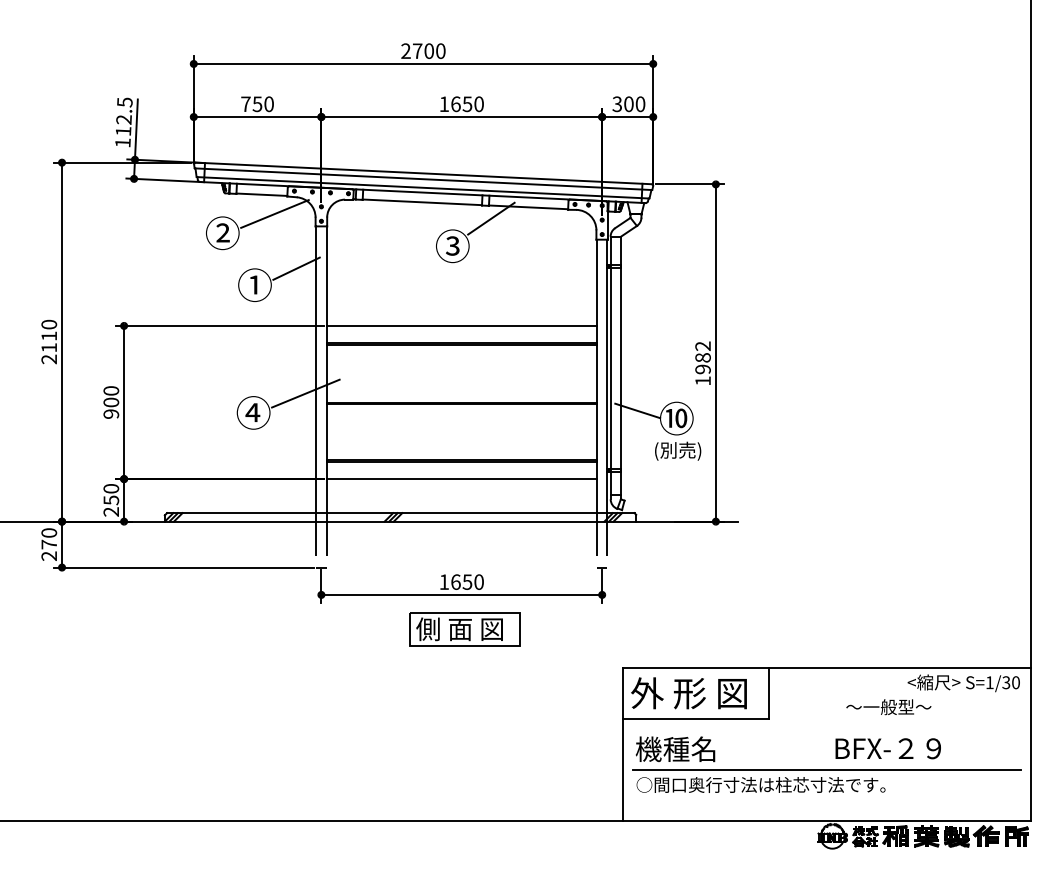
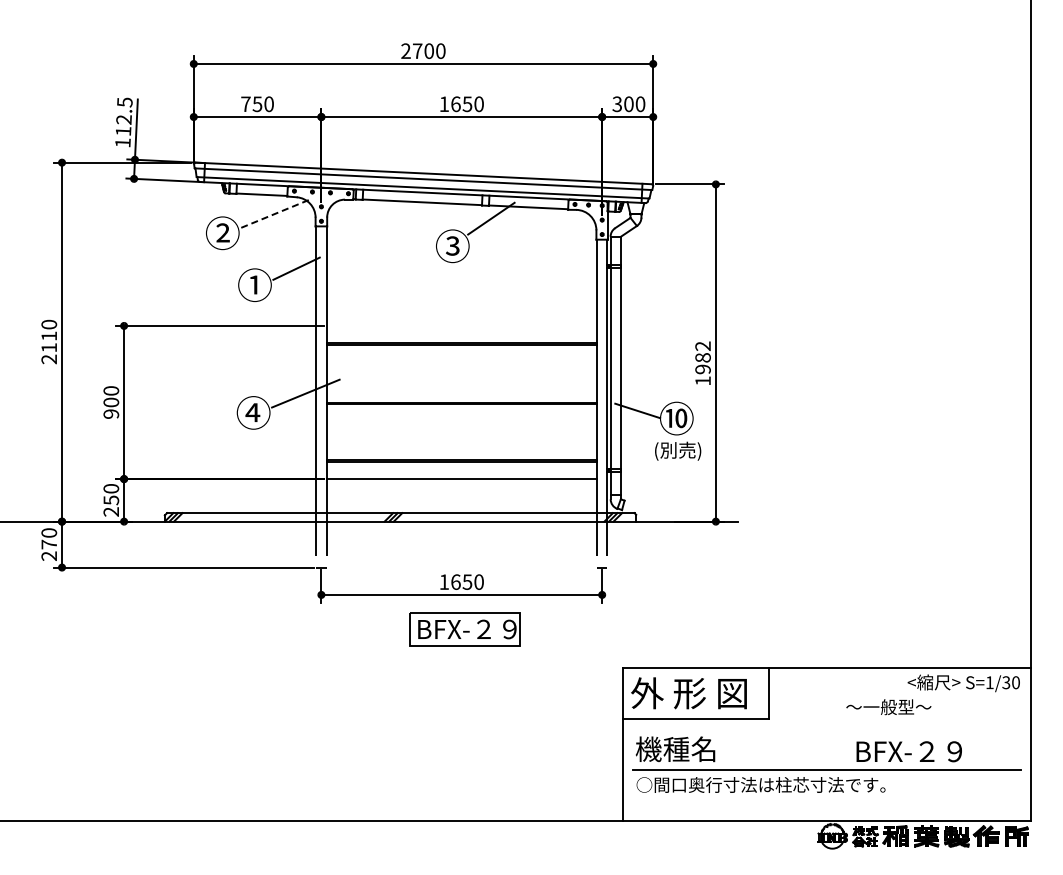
line at (274, 213): solid -> dashed
line at (461, 325): present -> none
text at (466, 629): 側 面 図 -> BFX-２９
text at (887, 748) position: (887, 748) -> (908, 751)
